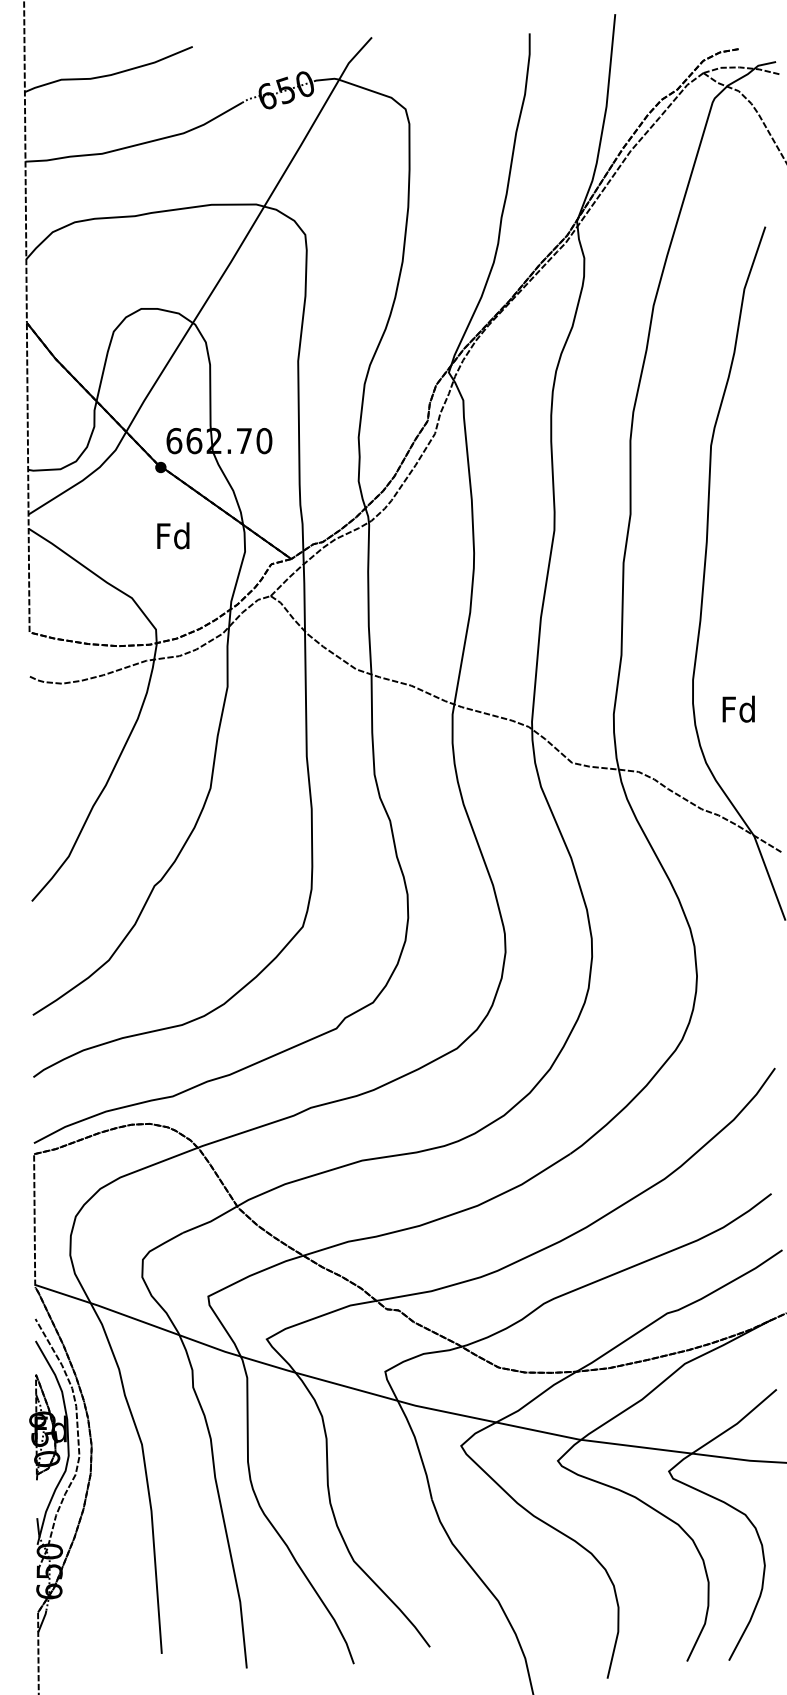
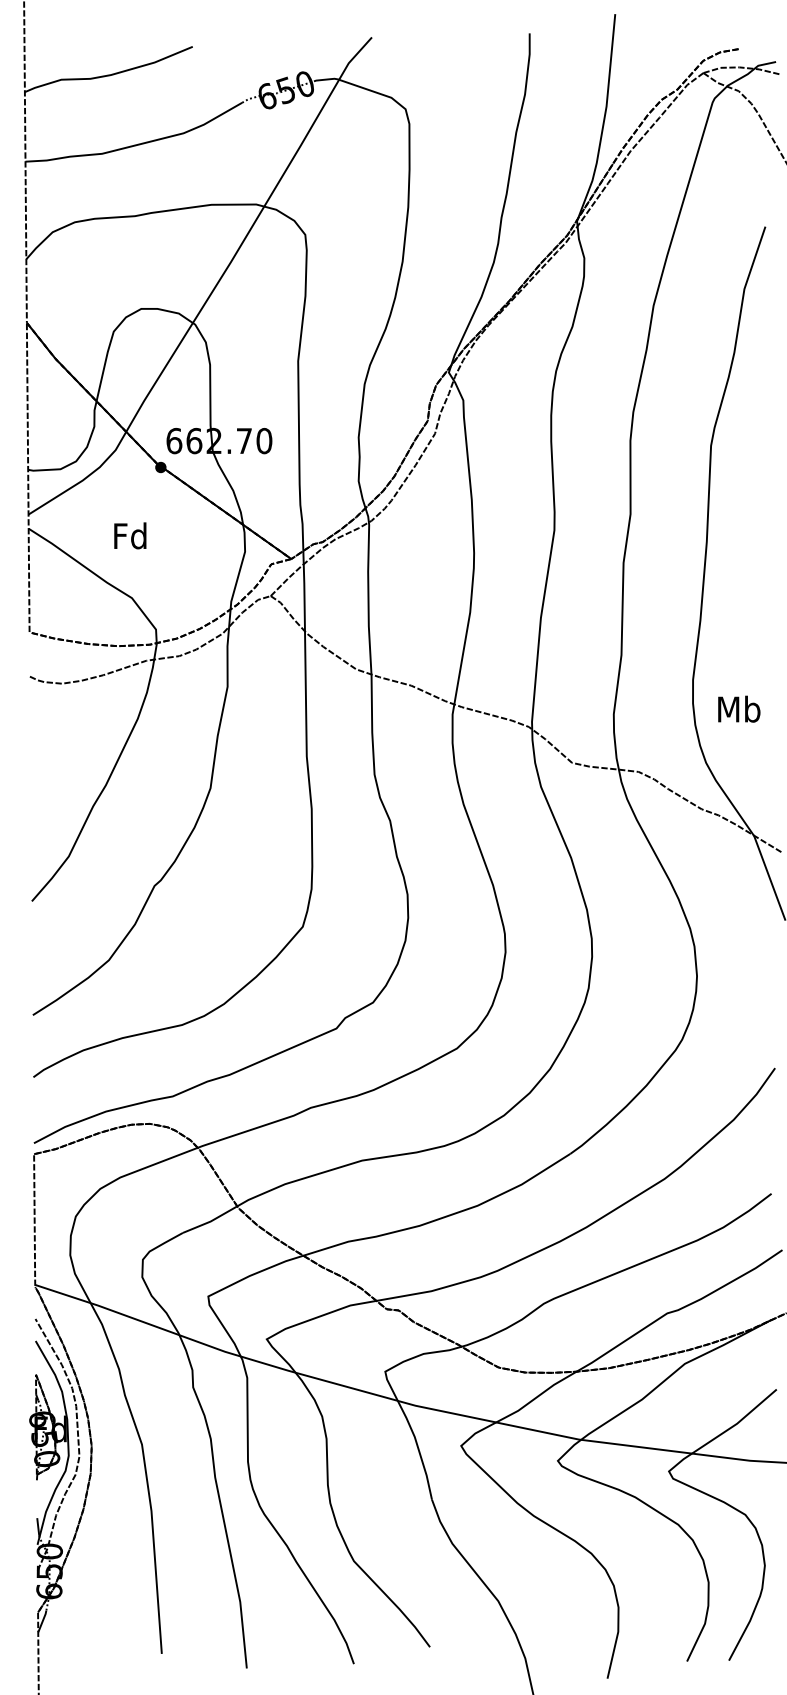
text at (173, 535) position: (173, 535) -> (130, 535)
text at (739, 708): Fd -> Mb
